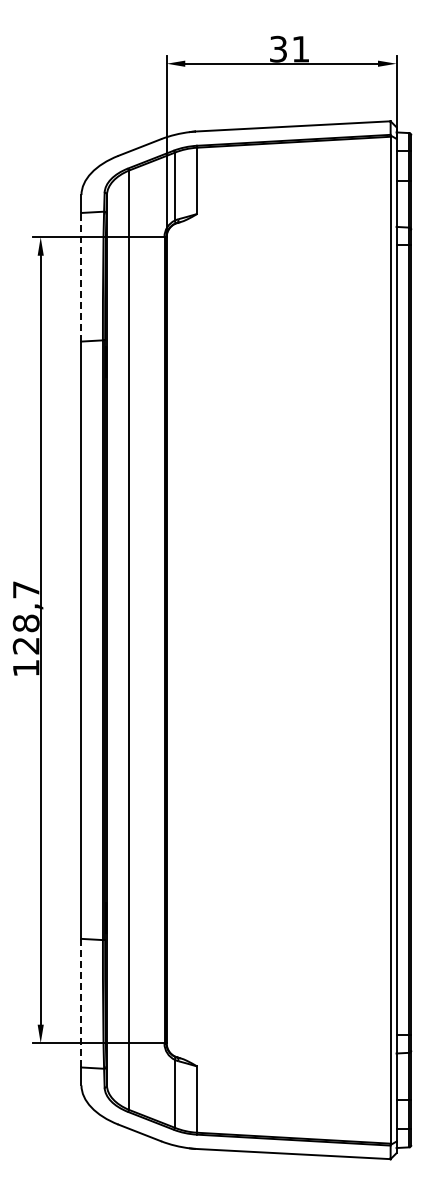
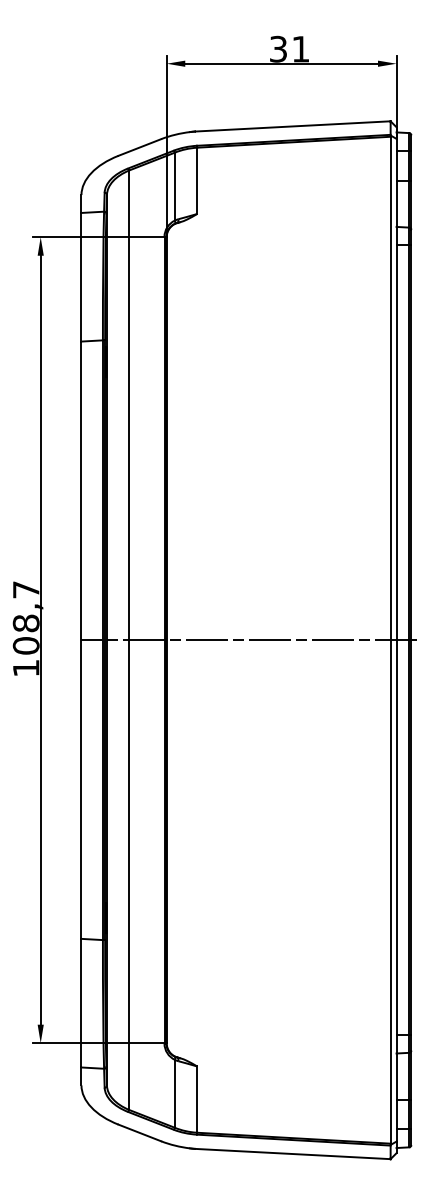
line at (81, 276): dashed -> solid
line at (249, 640): none -> present
text at (25, 645): 128,7 -> 108,7
line at (81, 1002): dashed -> solid
